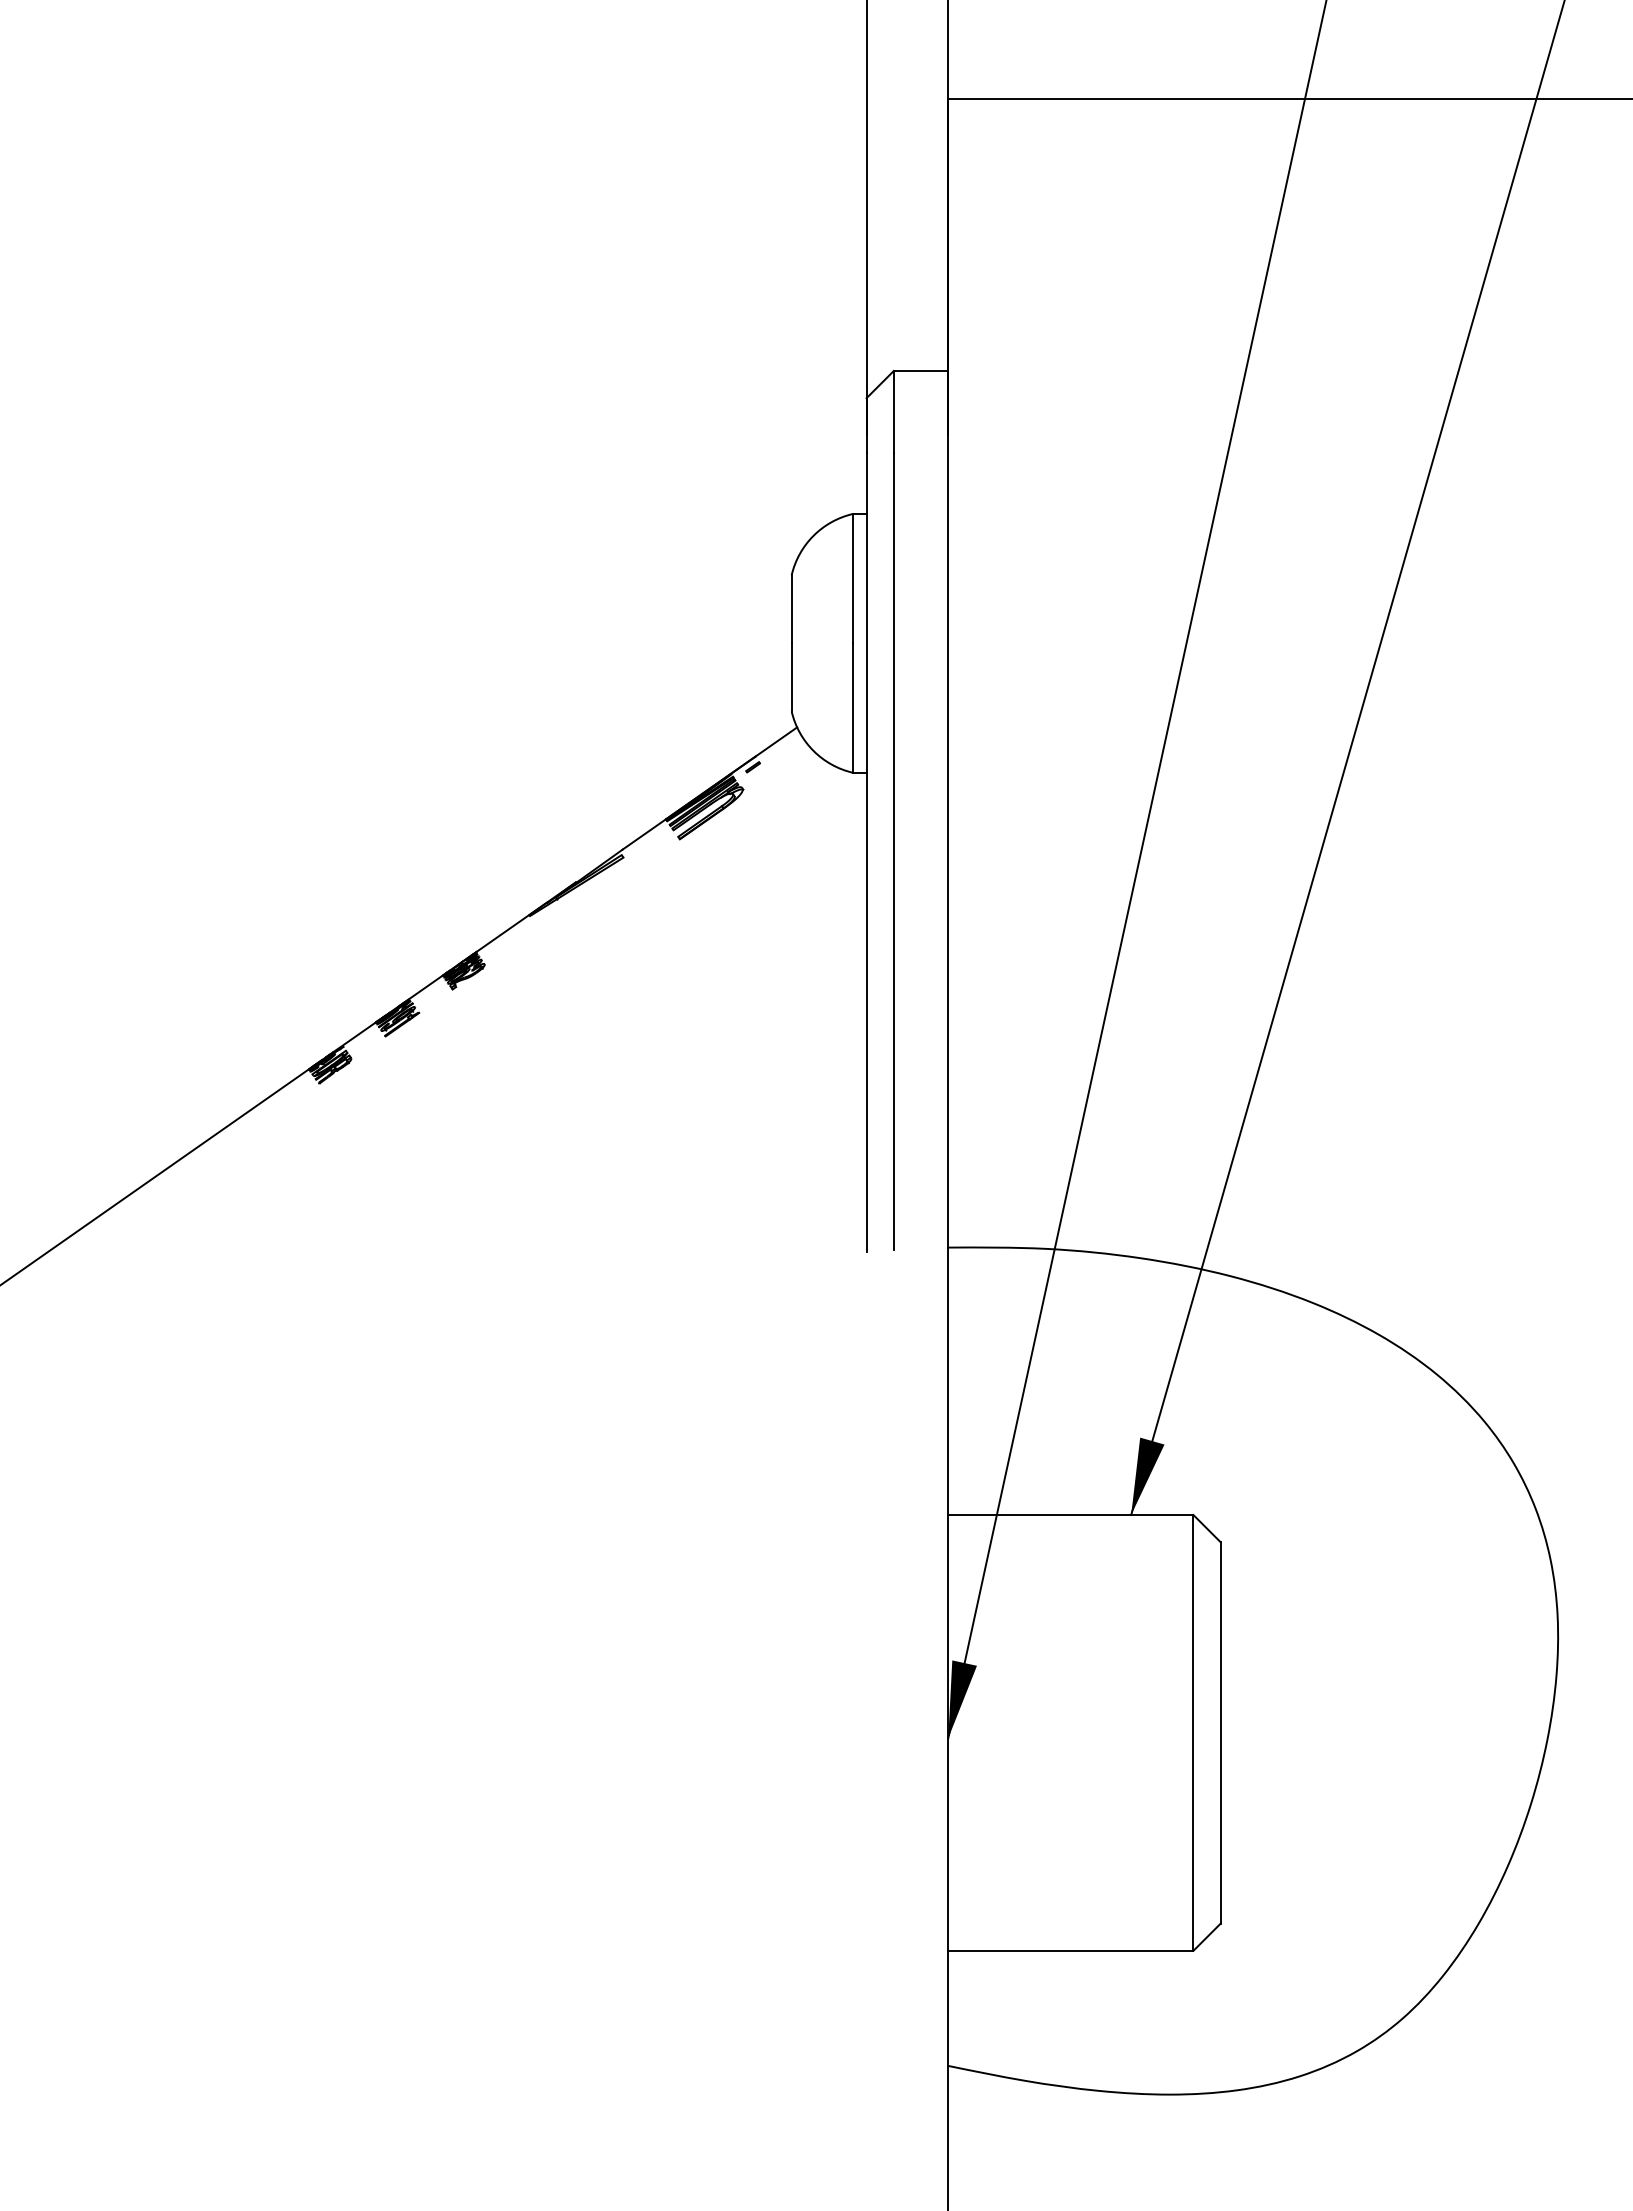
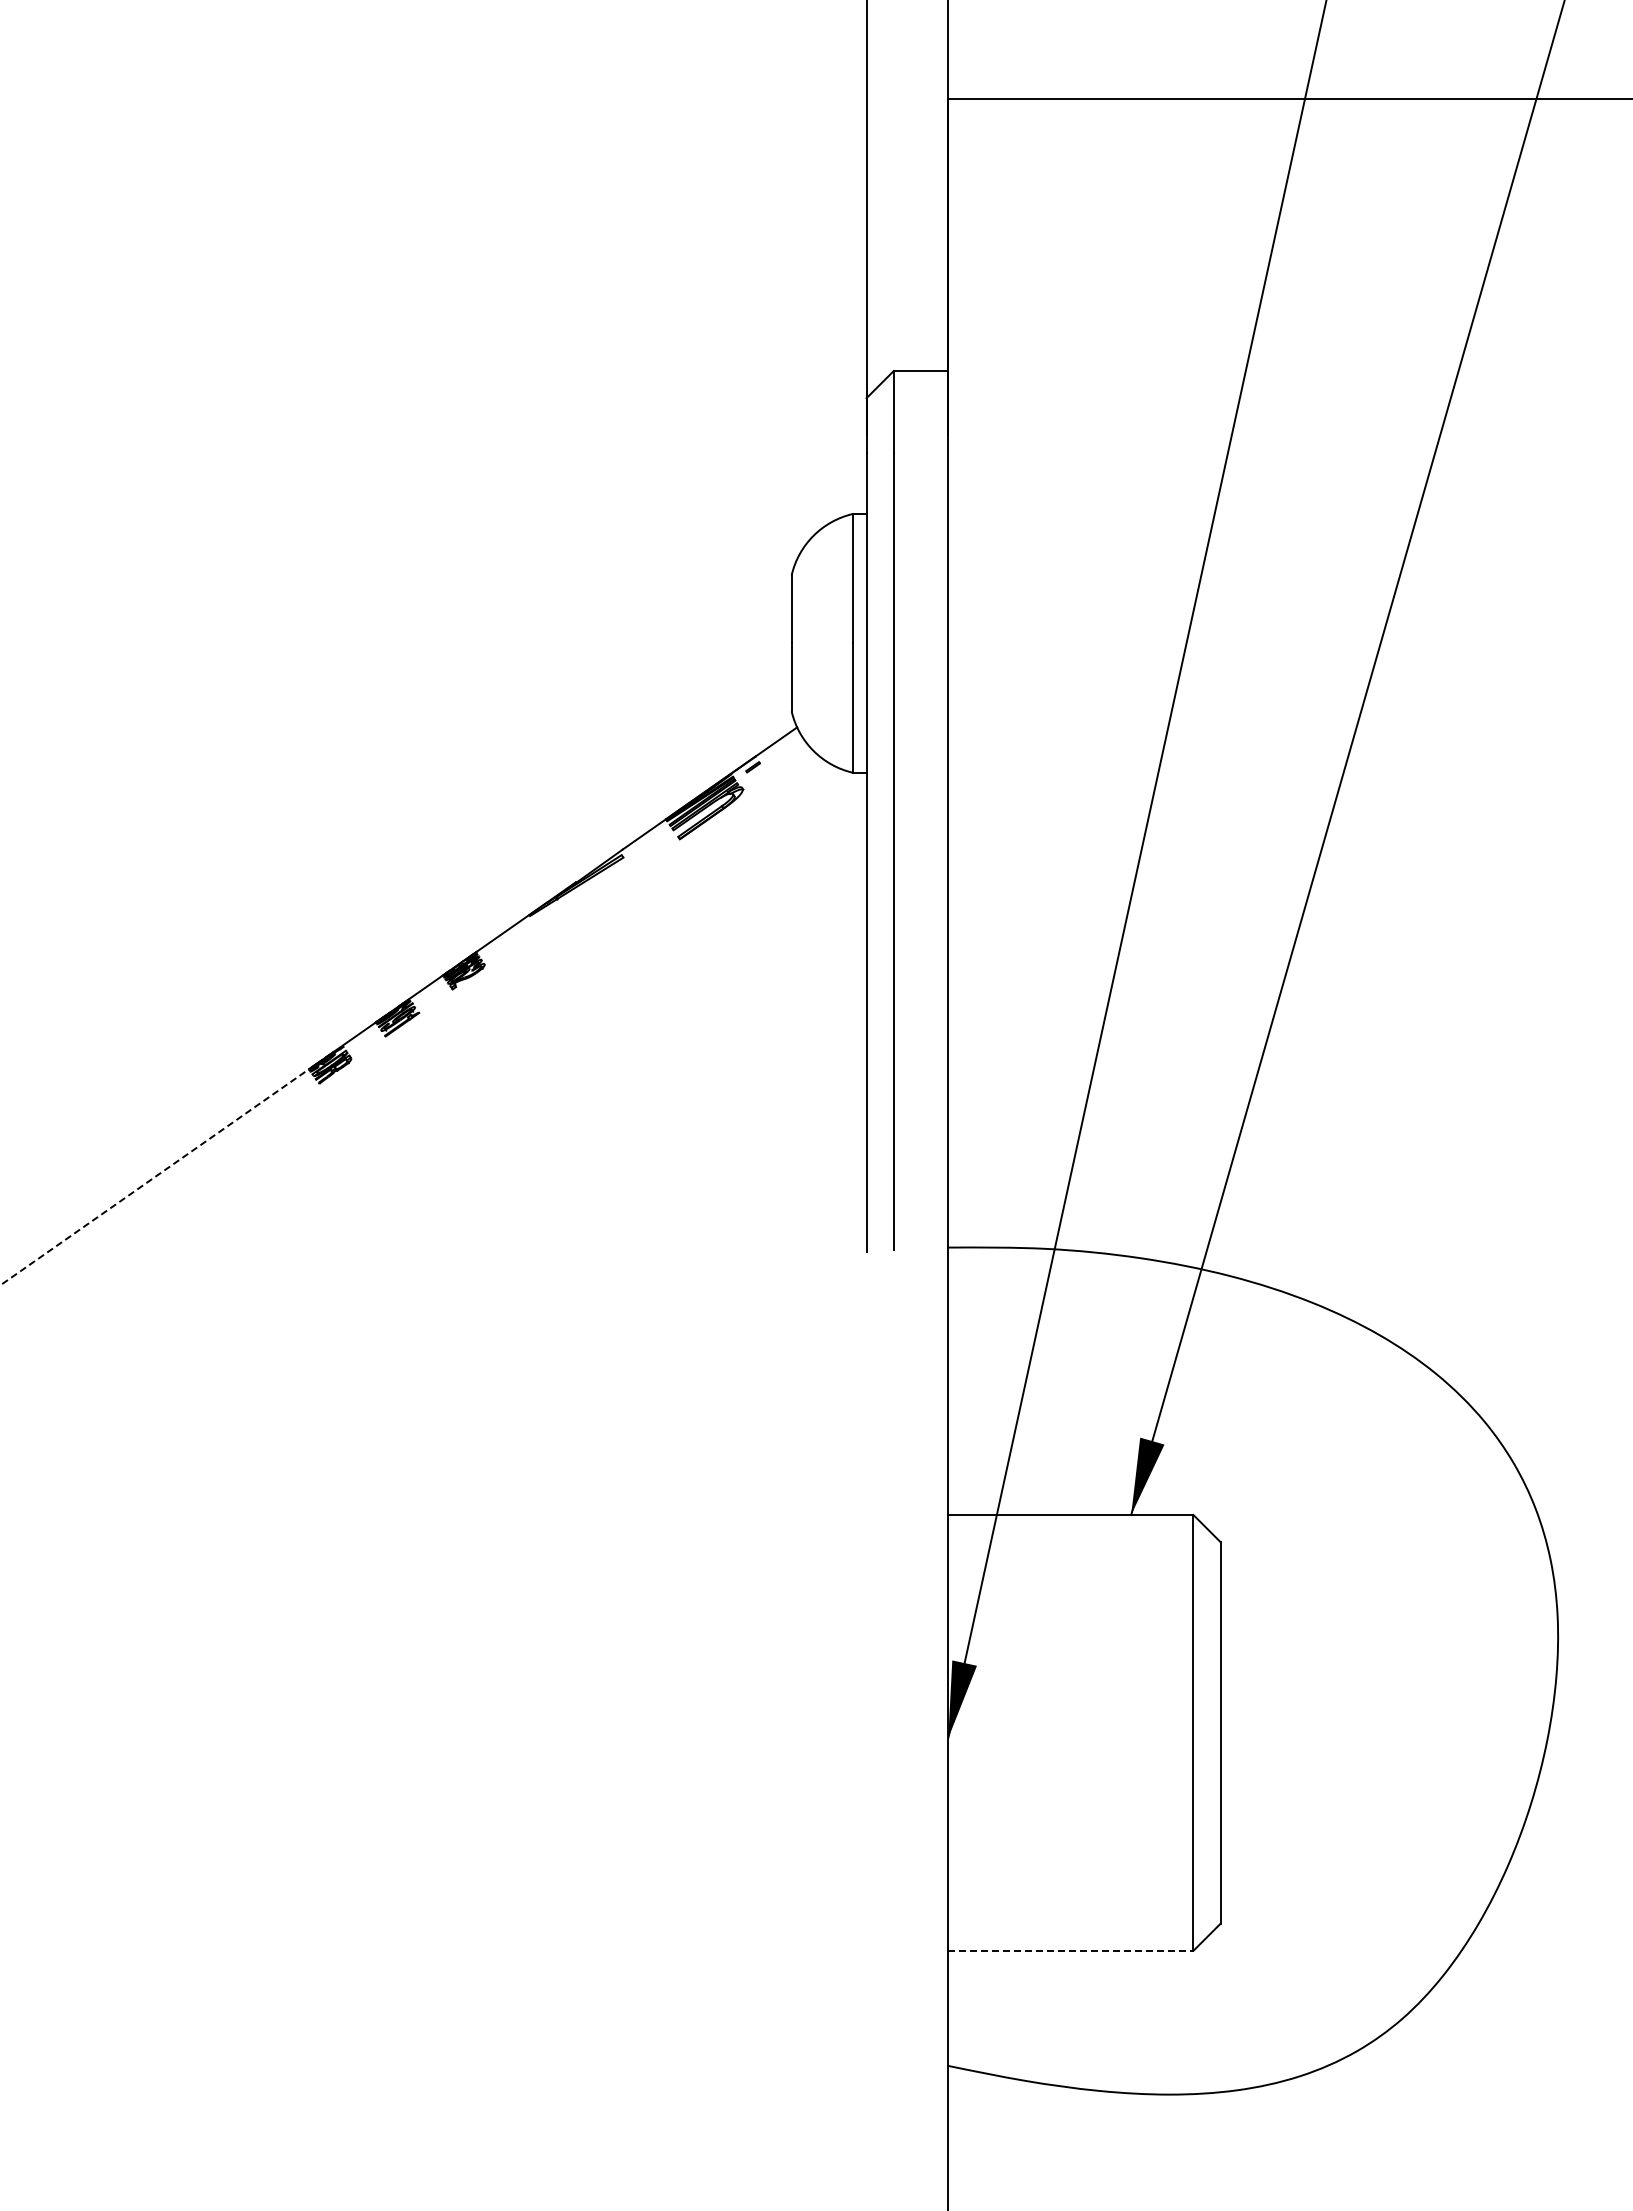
line at (157, 1175): solid -> dashed
line at (1070, 1950): solid -> dashed
